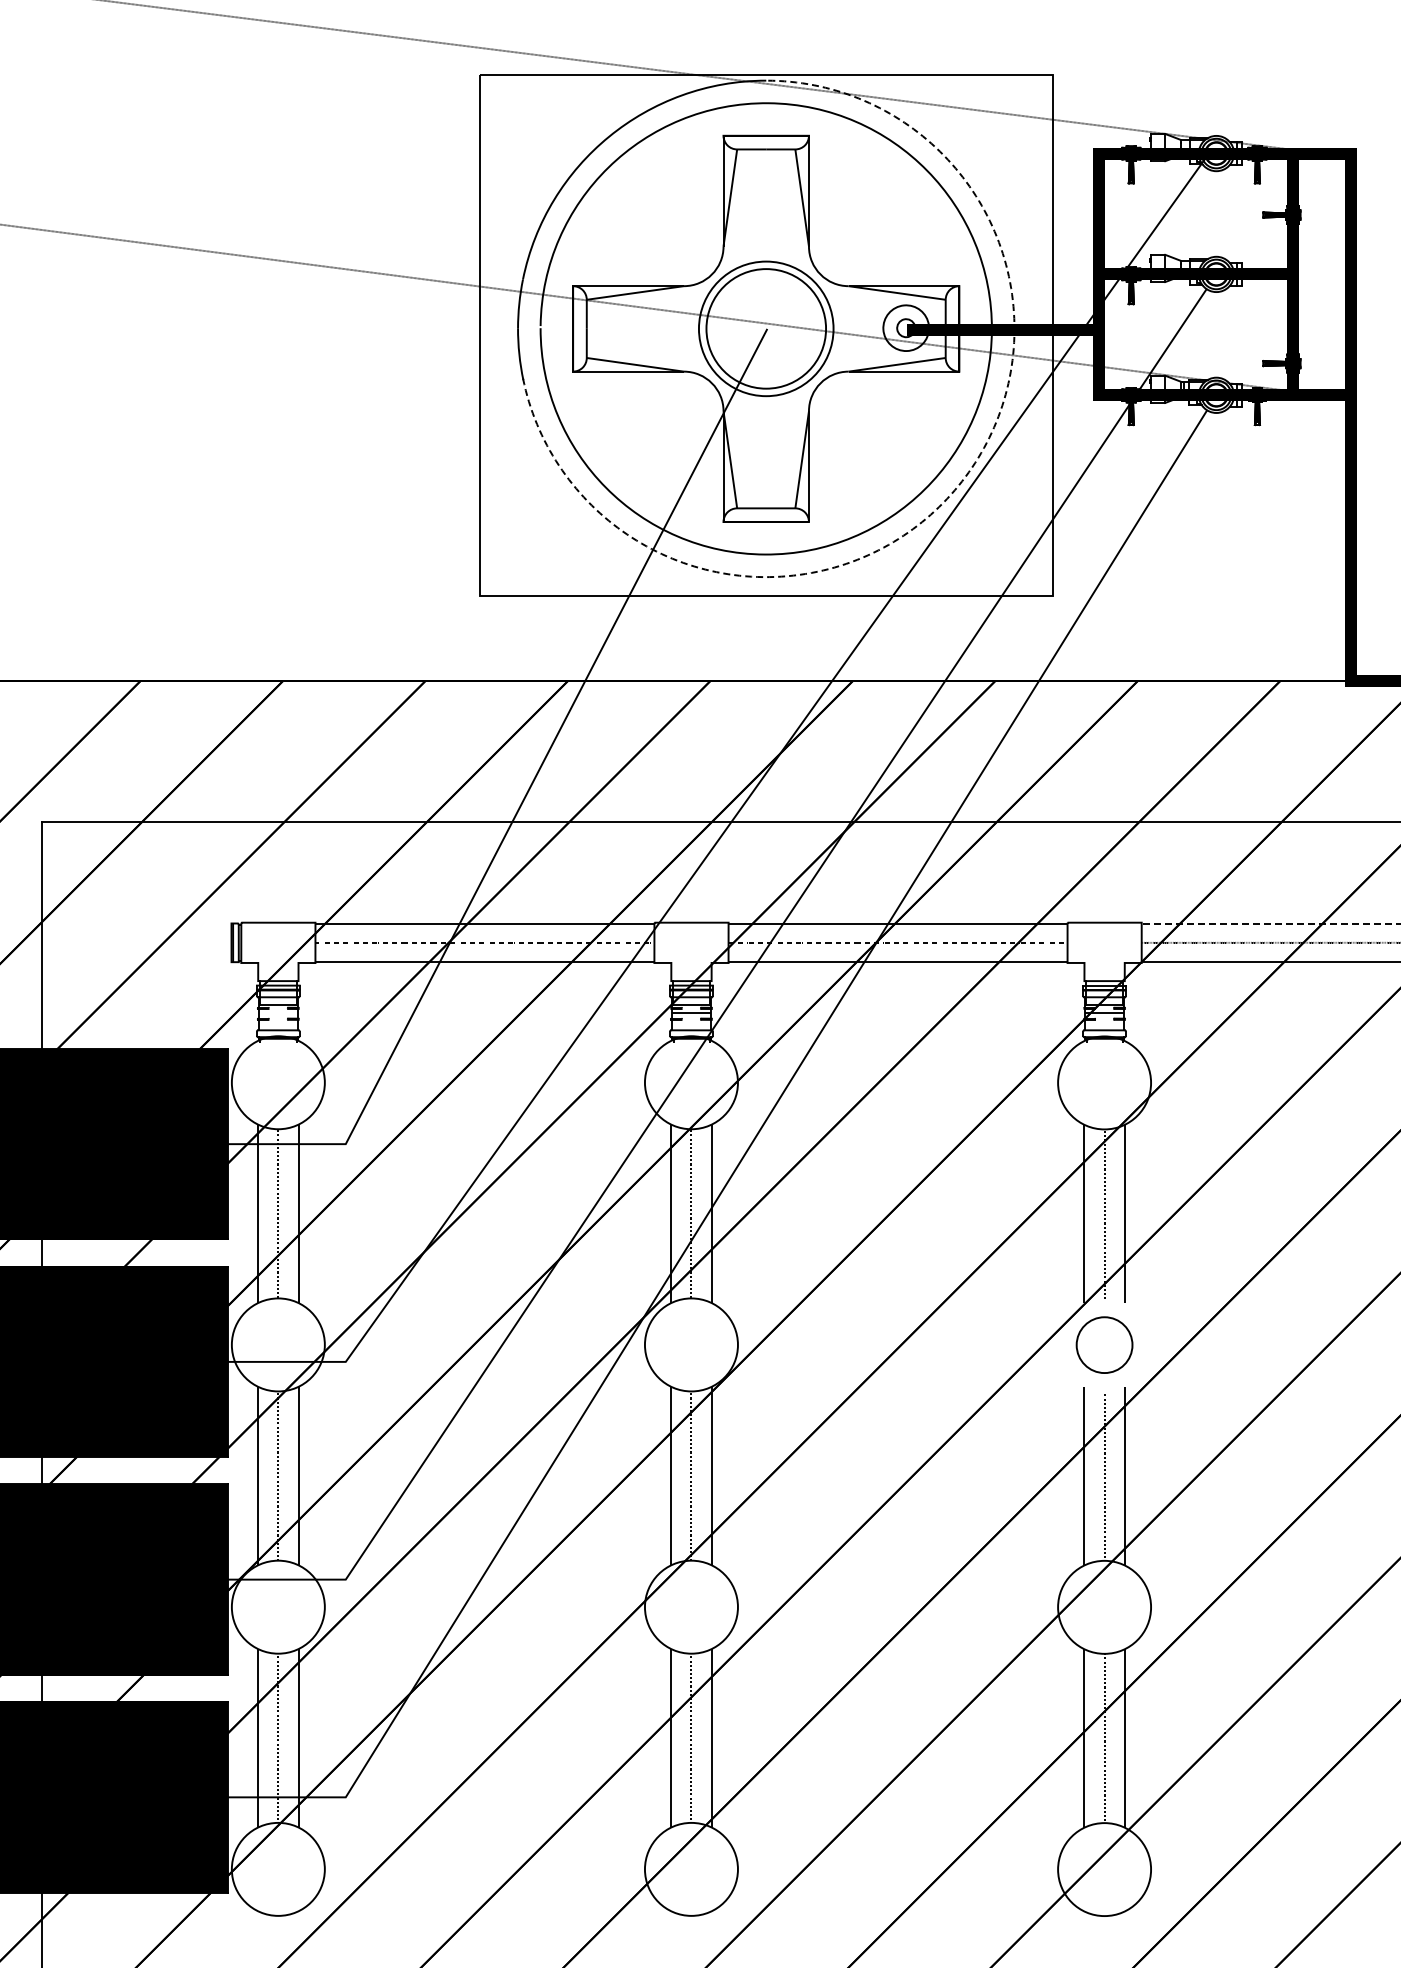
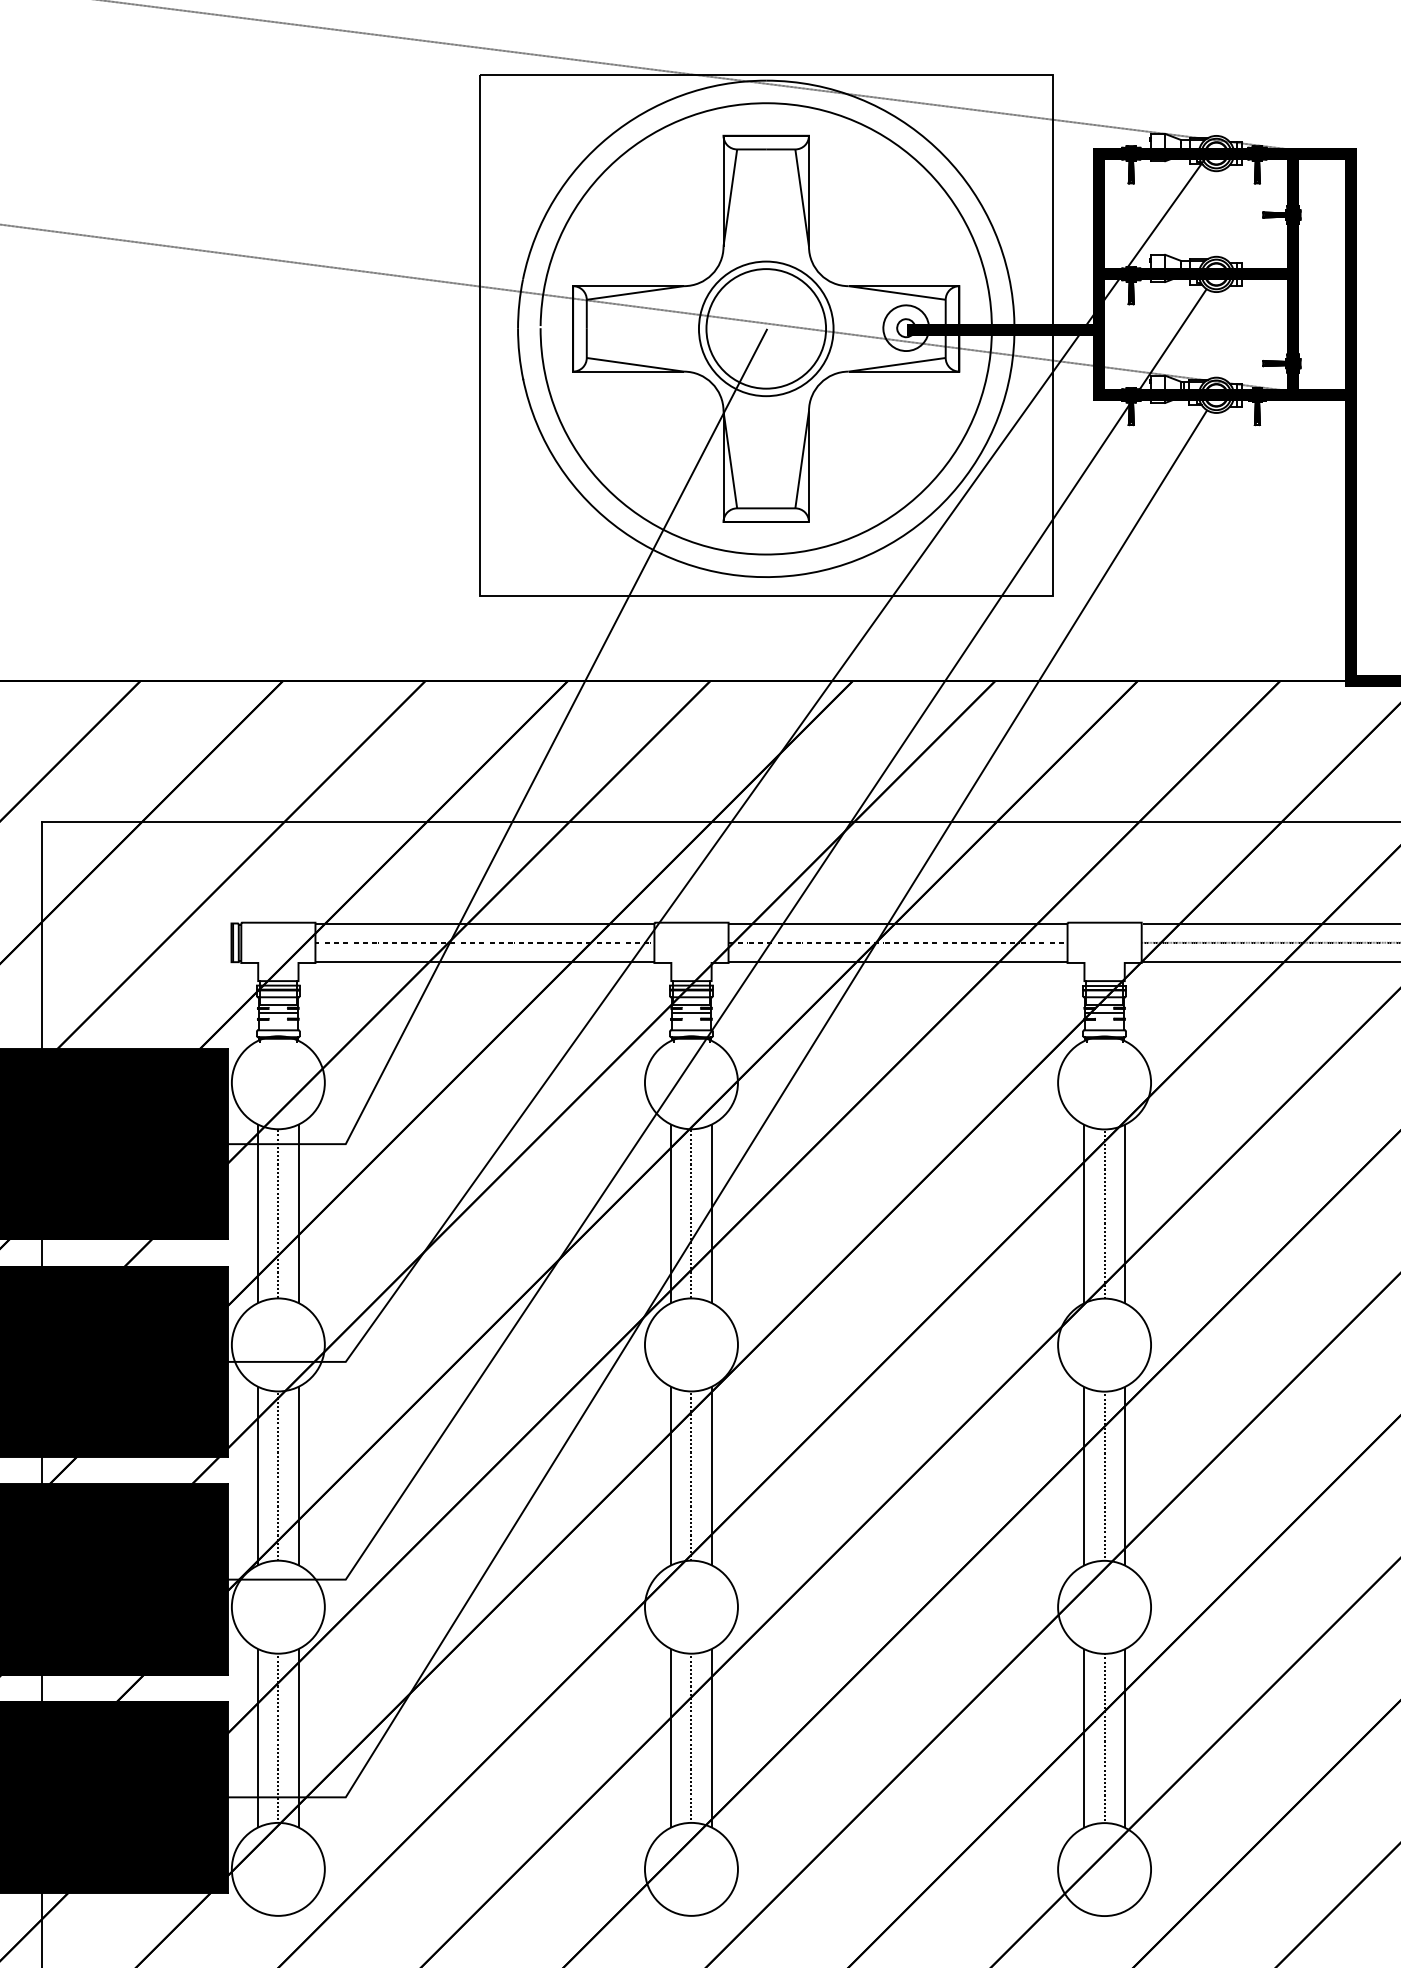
arc at (958, 485): dashed -> solid
line at (1271, 924): dashed -> solid
line at (278, 1013): none -> present
circle at (1104, 1345) diameter: 56 px -> 93 px
